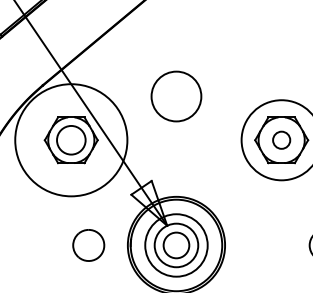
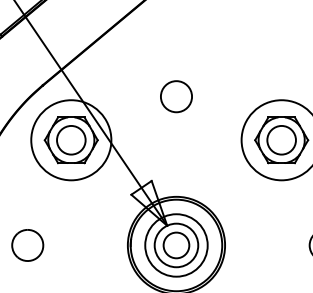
circle at (176, 96) size: 53x53 px -> 33x34 px
circle at (281, 139) diameter: 17 px -> 29 px
circle at (71, 140) diameter: 112 px -> 80 px
part at (88, 245) position: (88, 245) -> (27, 245)
